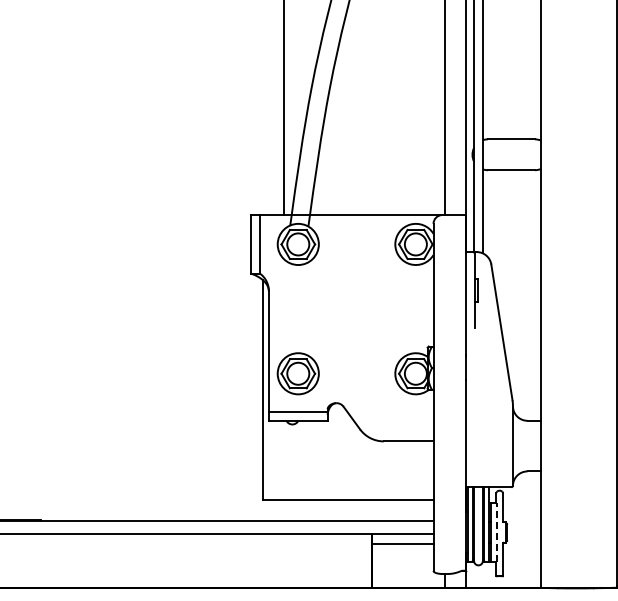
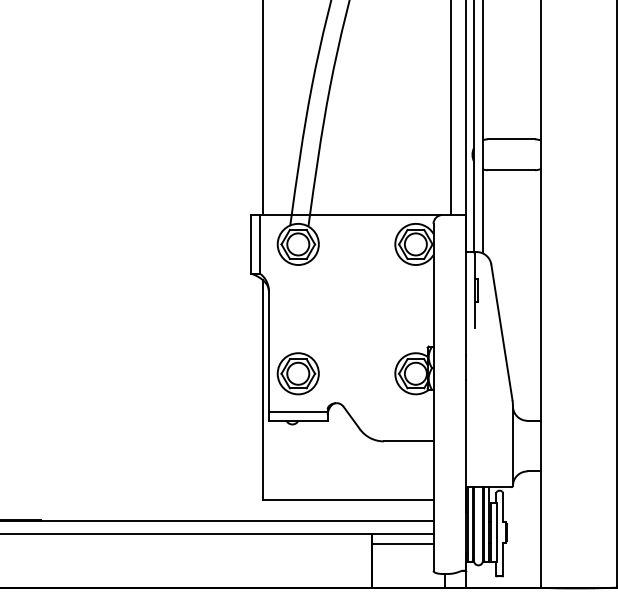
line at (284, 108) position: (284, 108) -> (263, 108)
line at (445, 108) position: (445, 108) -> (451, 108)
line at (496, 532): dashed -> solid
